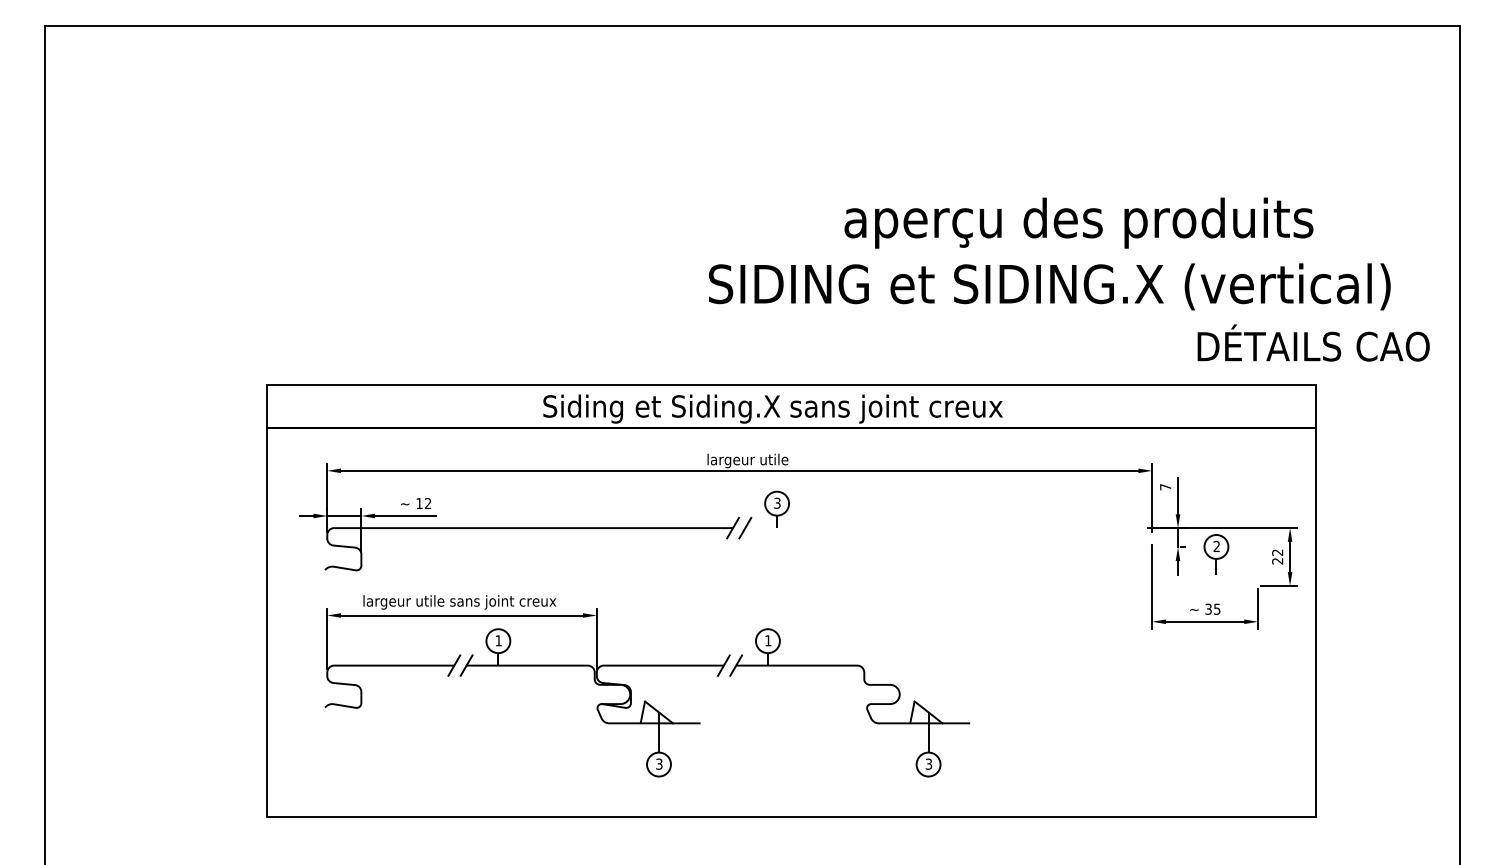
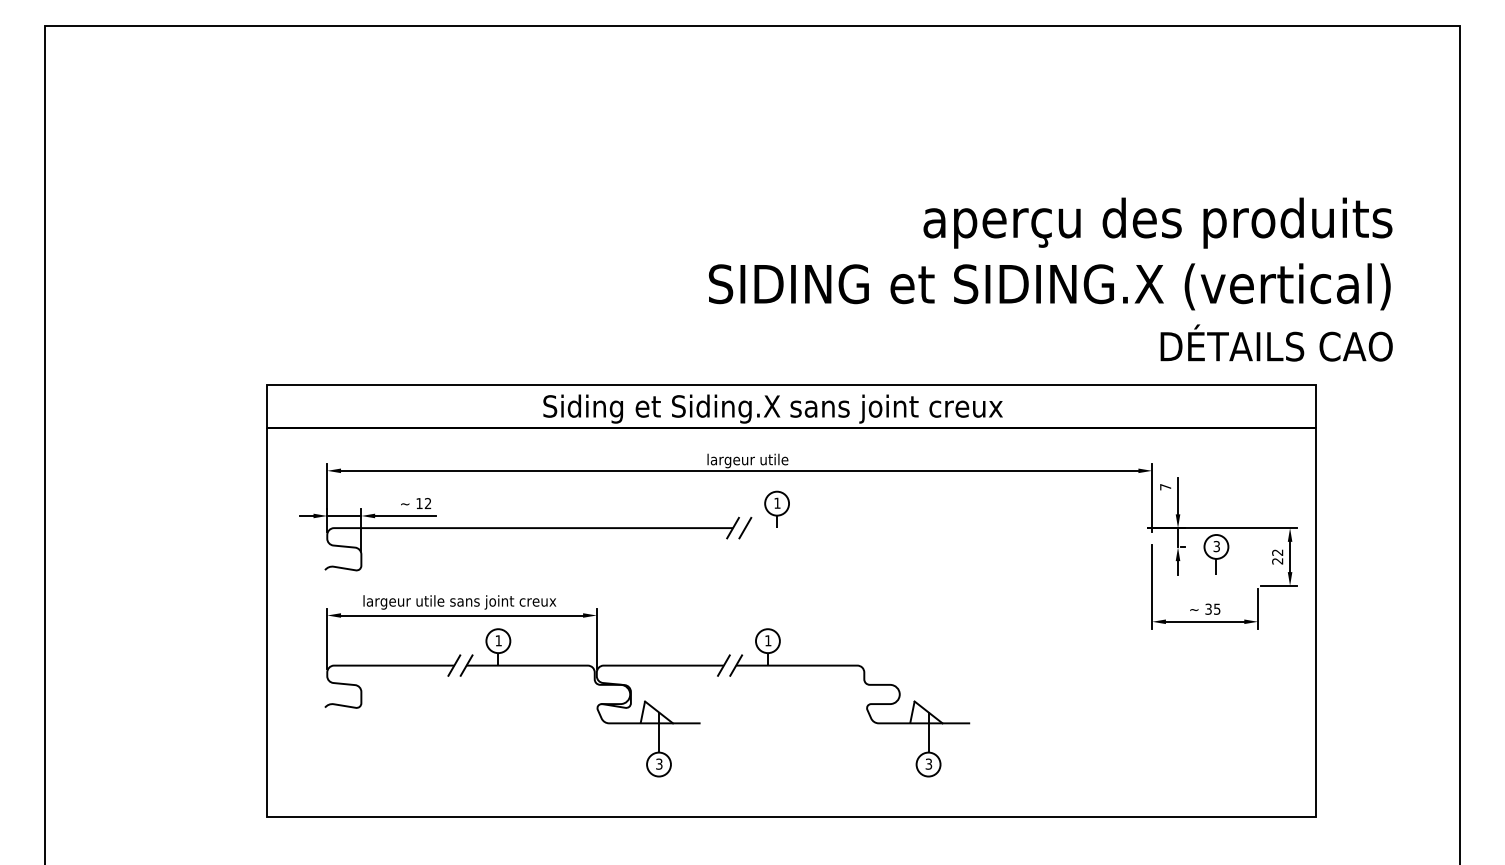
text at (1078, 222) position: (1078, 222) -> (1157, 222)
text at (1313, 342) position: (1313, 342) -> (1276, 342)
text at (777, 502): 3 -> 1
text at (1216, 546): 2 -> 3
